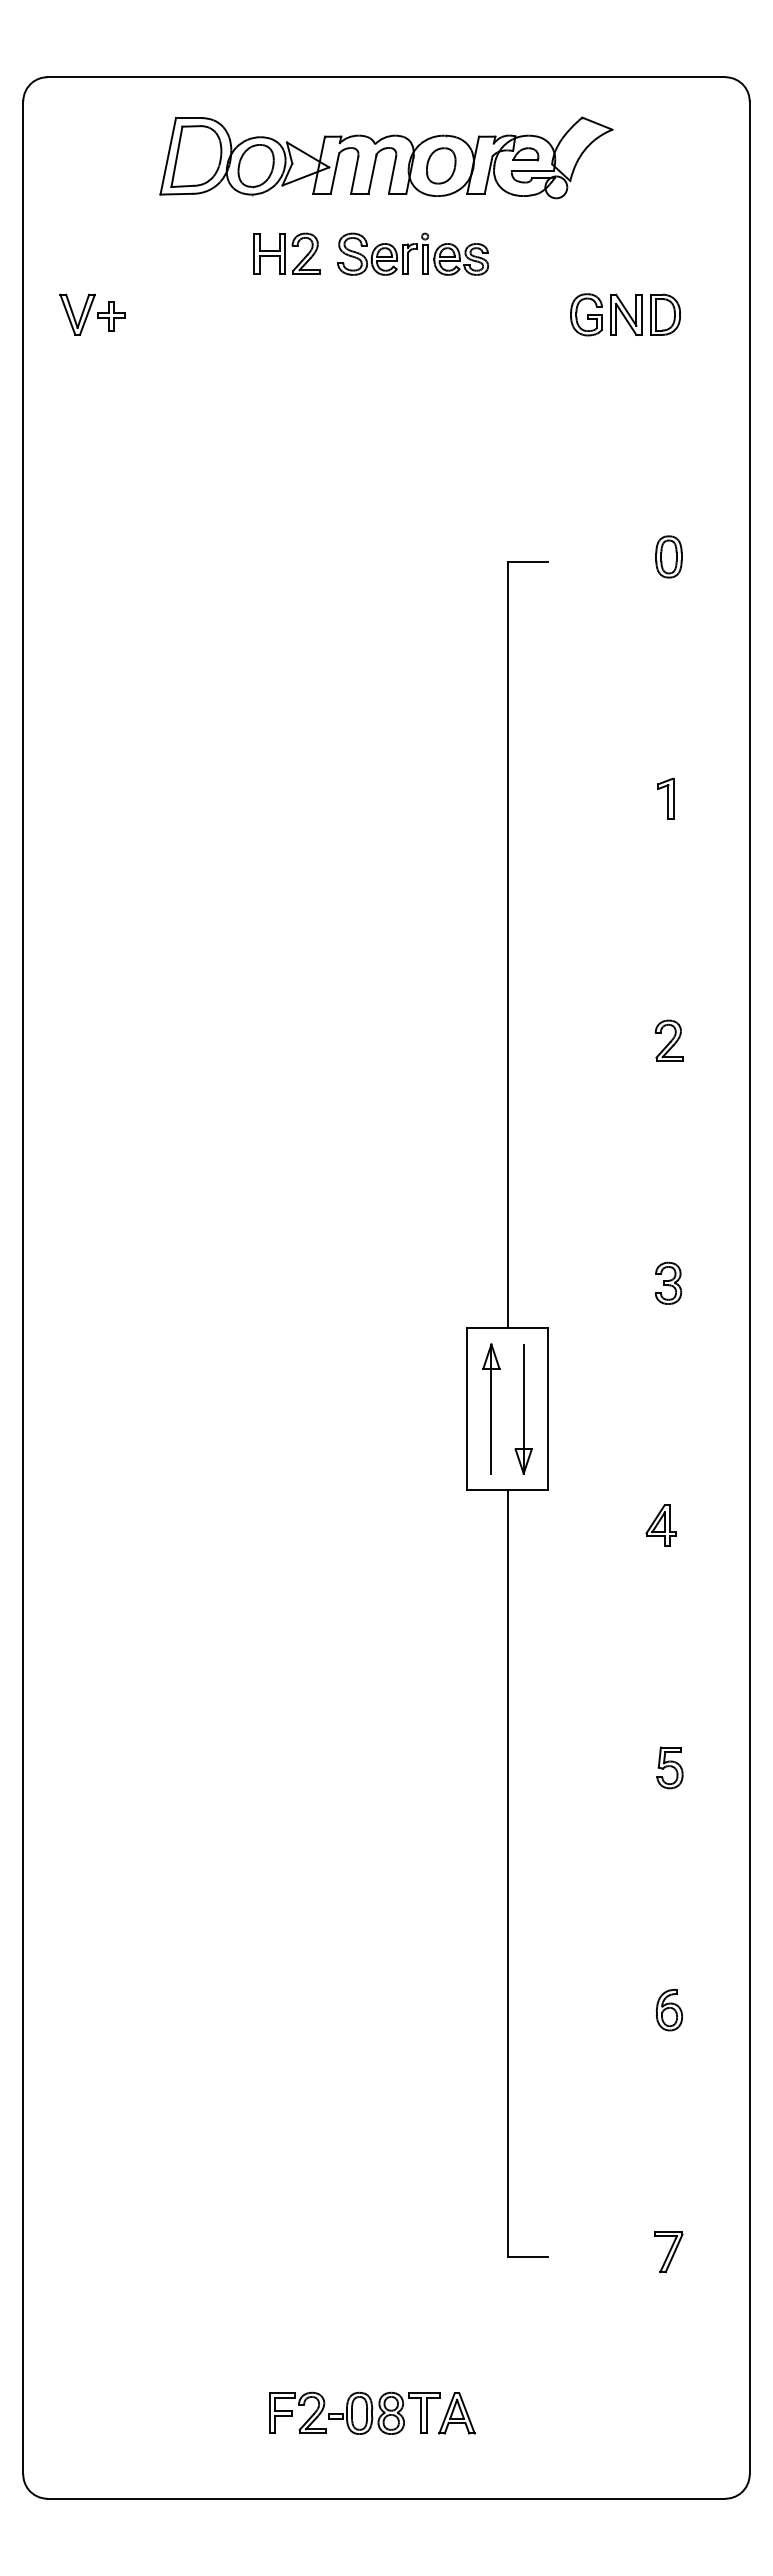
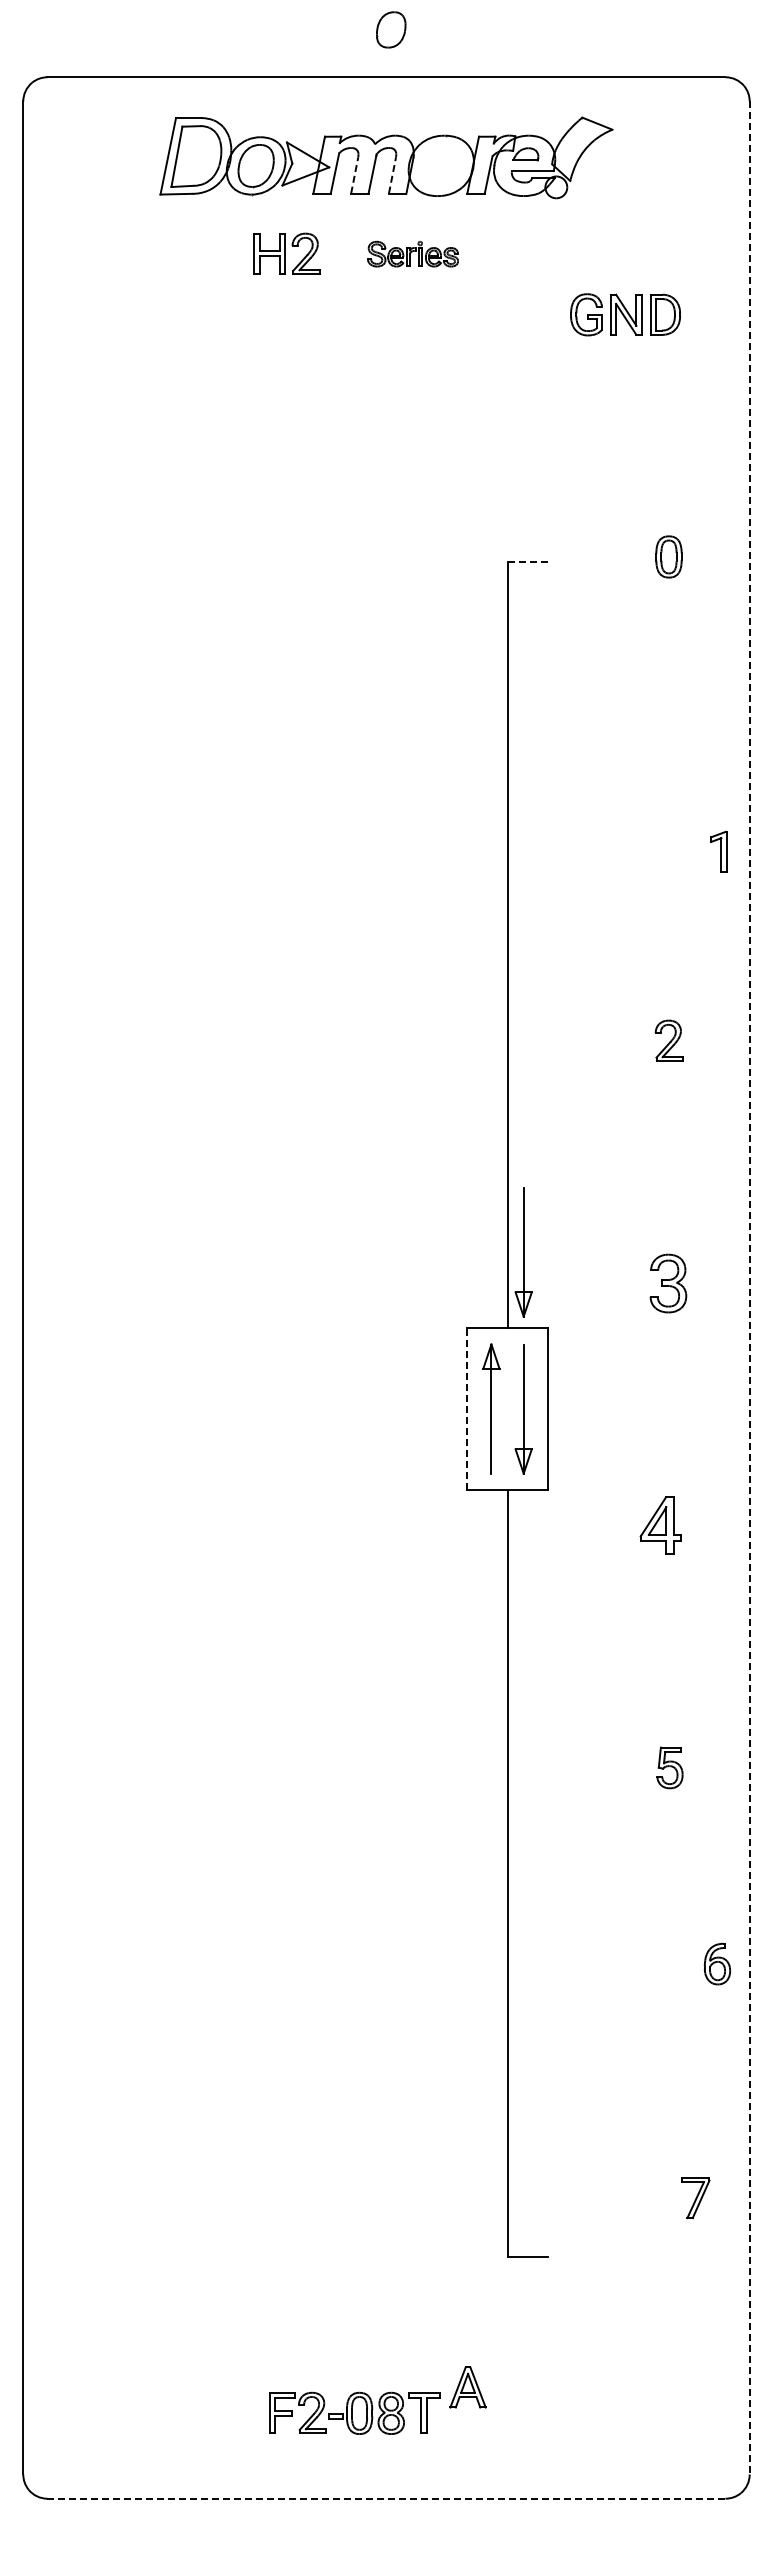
part at (441, 165) position: (441, 165) -> (391, 29)
line at (354, 174): solid -> dashed
line at (392, 174): solid -> dashed
part at (412, 253) size: 152x44 px -> 92x28 px
part at (92, 314): present -> none
line at (527, 561): solid -> dashed
part at (665, 798) position: (665, 798) -> (718, 851)
part at (523, 1252): none -> present
part at (668, 1282) size: 29x44 px -> 39x61 px
line at (749, 1288): solid -> dashed
line at (467, 1409): solid -> dashed
part at (660, 1525) size: 32x43 px -> 43x59 px
part at (669, 2009) position: (669, 2009) -> (717, 1963)
part at (668, 2252) position: (668, 2252) -> (695, 2198)
part at (456, 2413) position: (456, 2413) -> (467, 2387)
line at (385, 2498): solid -> dashed
